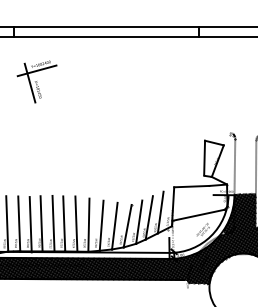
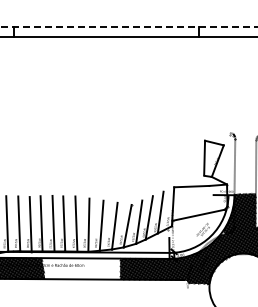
line at (129, 26): solid -> dashed
part at (36, 81): present -> none
hatch at (81, 268): present -> none
